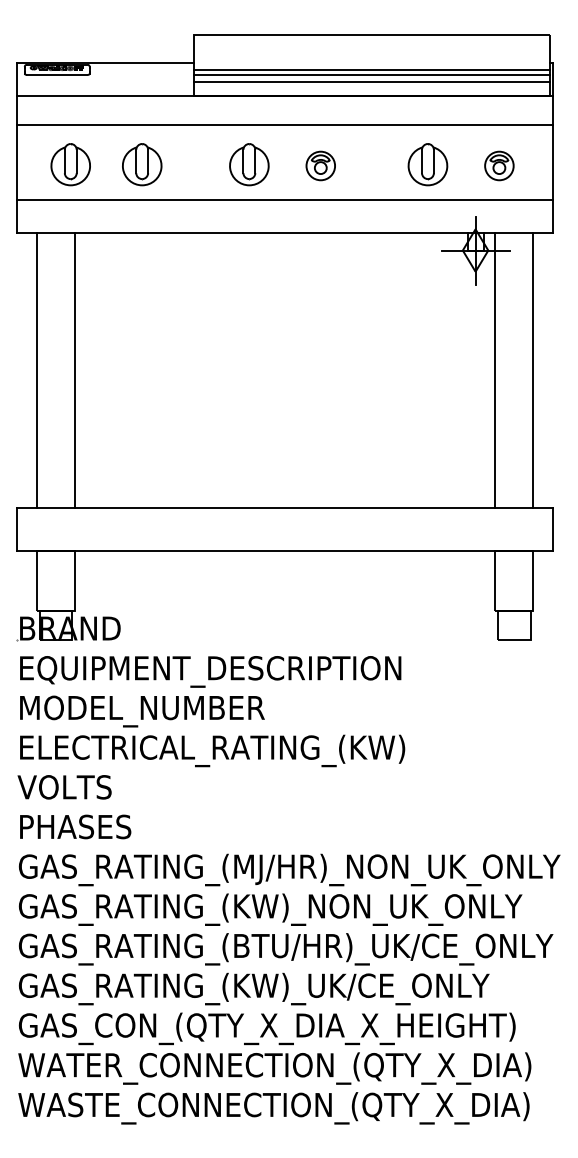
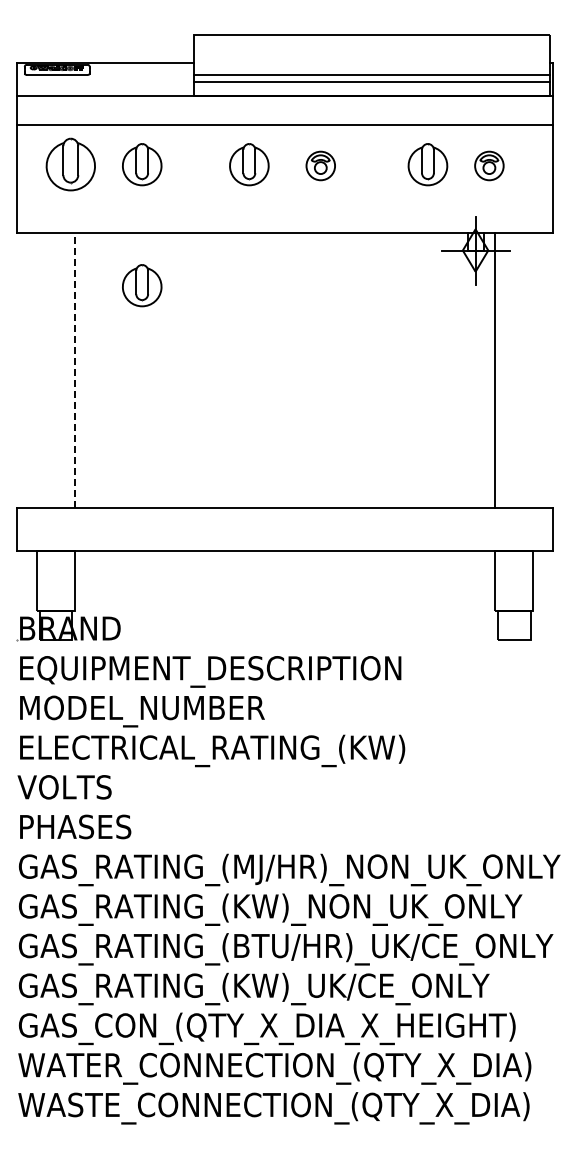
line at (371, 69): present -> none
part at (70, 164) size: 41x44 px -> 51x55 px
part at (499, 165) position: (499, 165) -> (489, 165)
line at (284, 199): present -> none
part at (142, 285): none -> present
line at (36, 370): present -> none
line at (74, 370): solid -> dashed
line at (533, 370): present -> none
